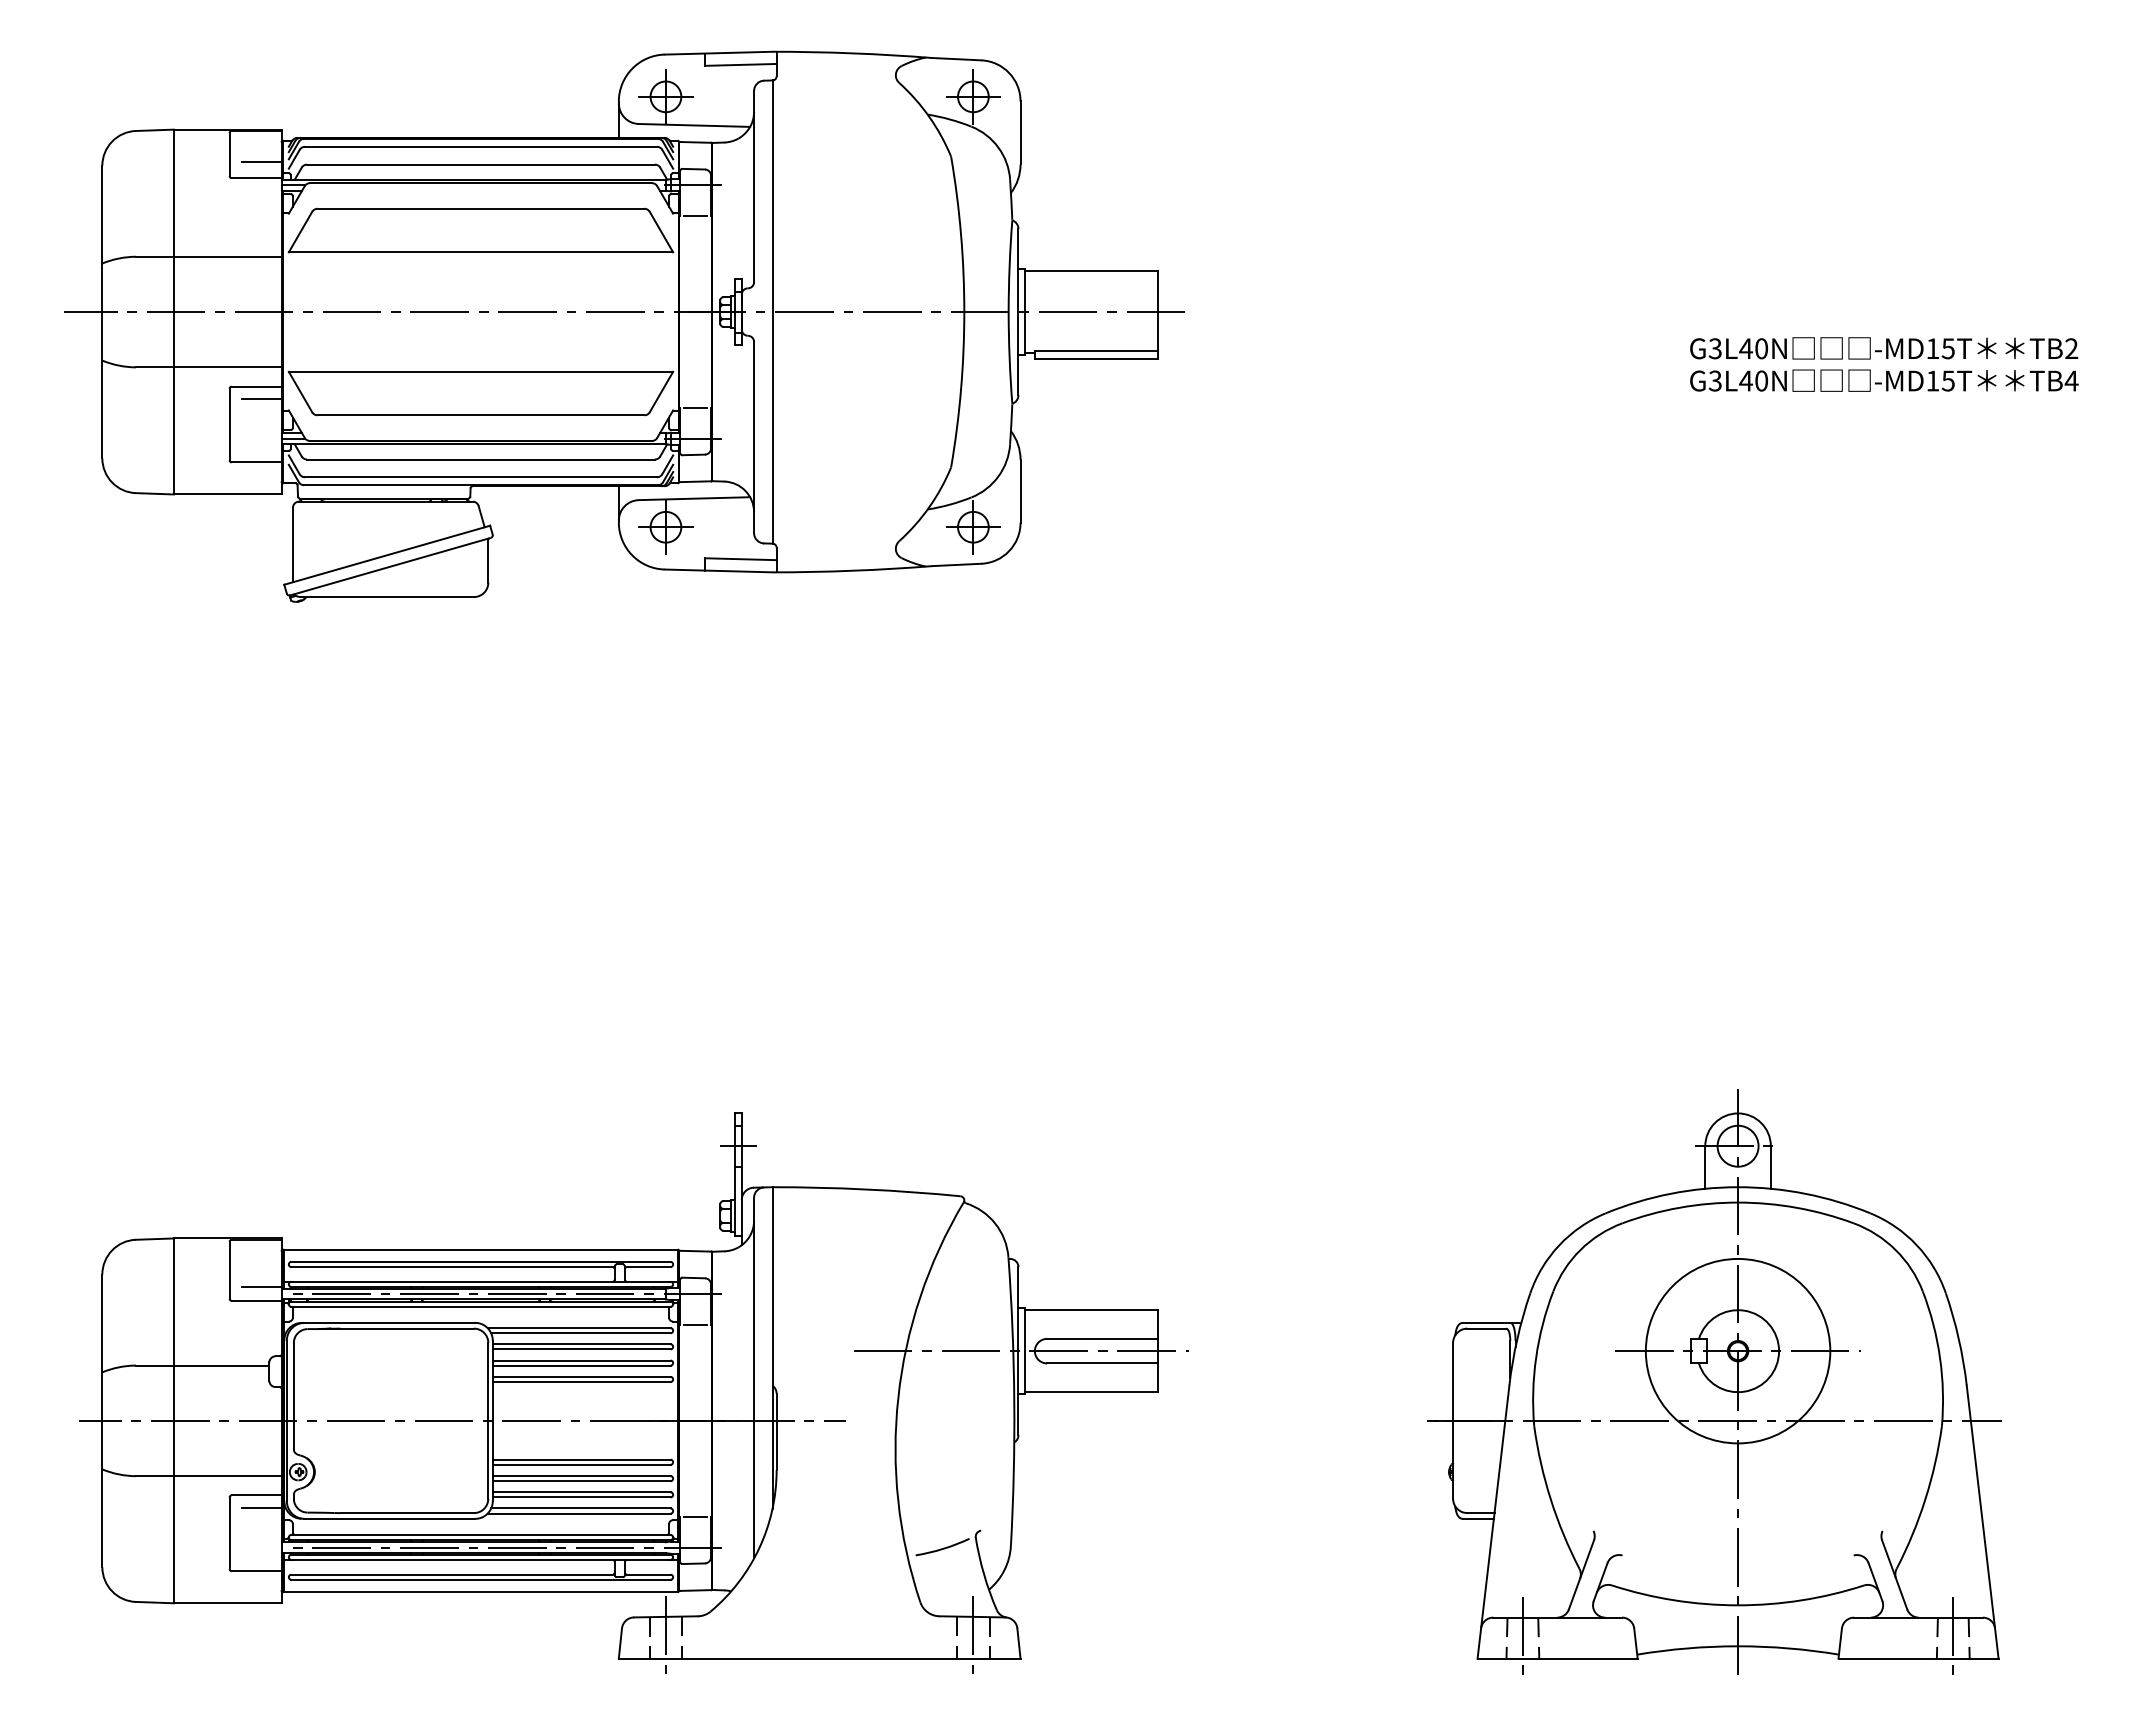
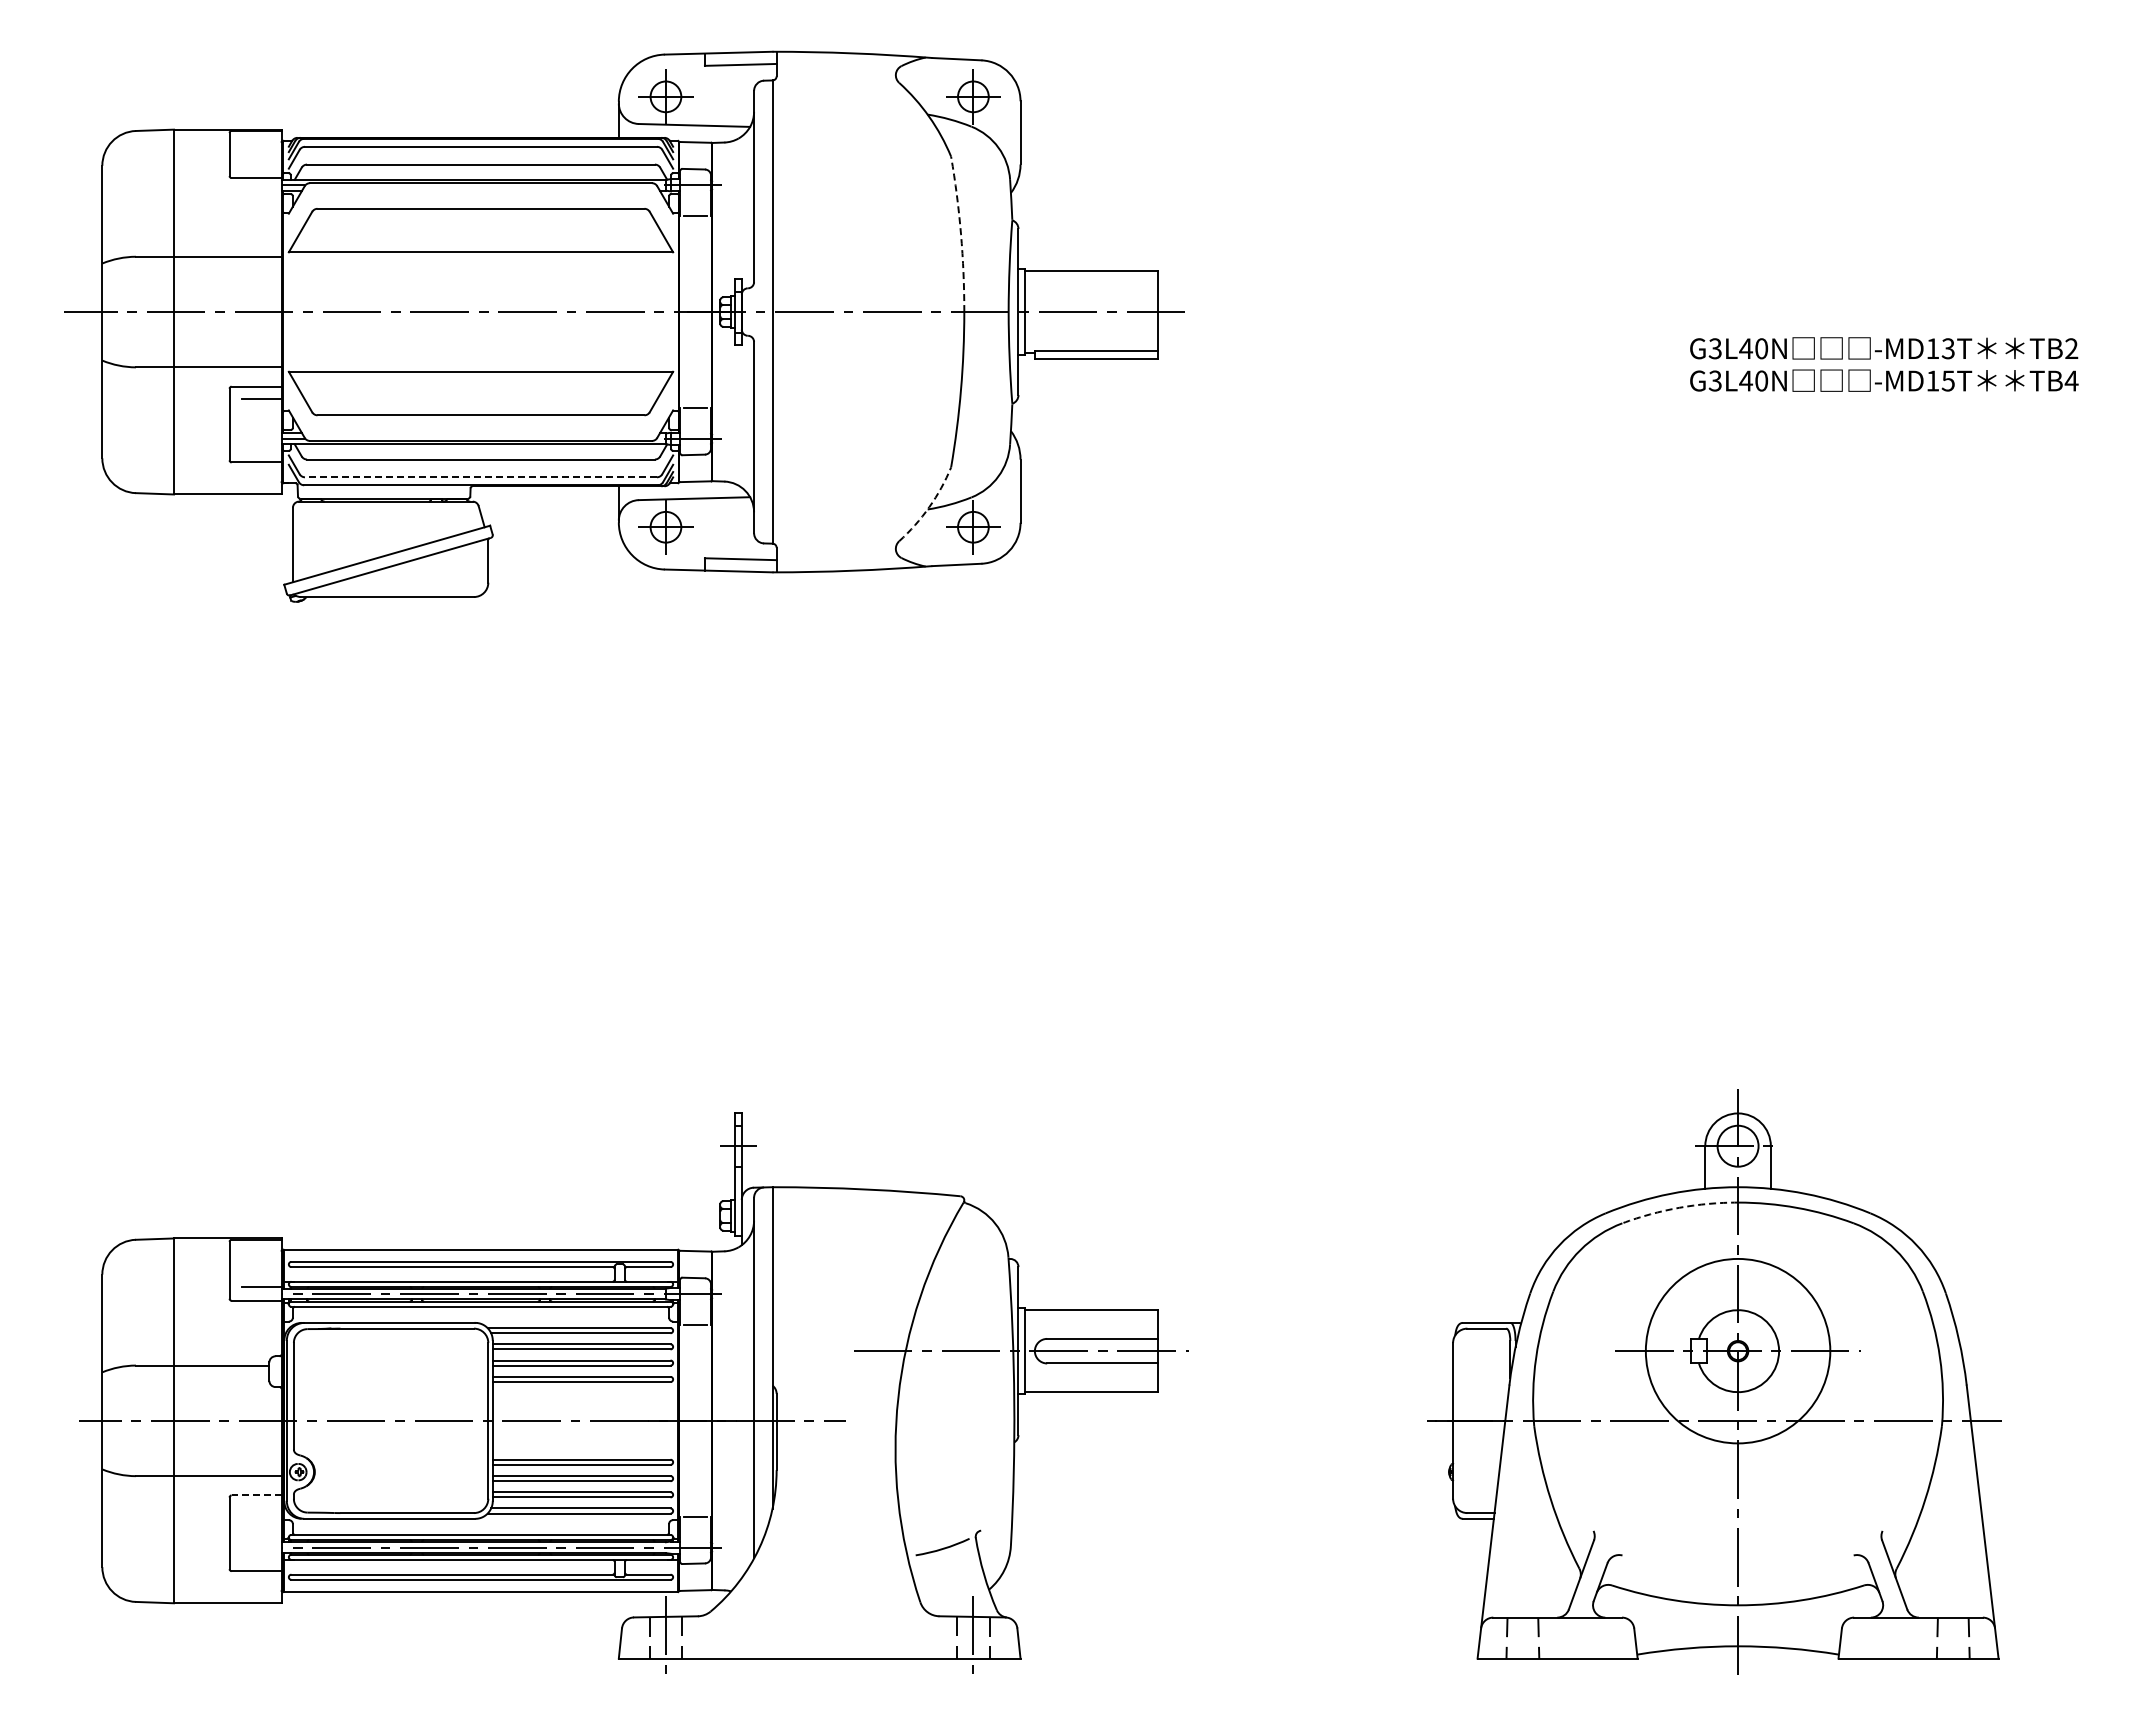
line at (261, 162): present -> none
arc at (961, 234): solid -> dashed
text at (1948, 348): -MD15T -> -MD13T
line at (481, 477): solid -> dashed
arc at (929, 507): solid -> dashed
arc at (1679, 1207): solid -> dashed
line at (256, 1495): solid -> dashed
line at (261, 1508): present -> none
line at (1522, 1638): present -> none
line at (1953, 1638): present -> none
